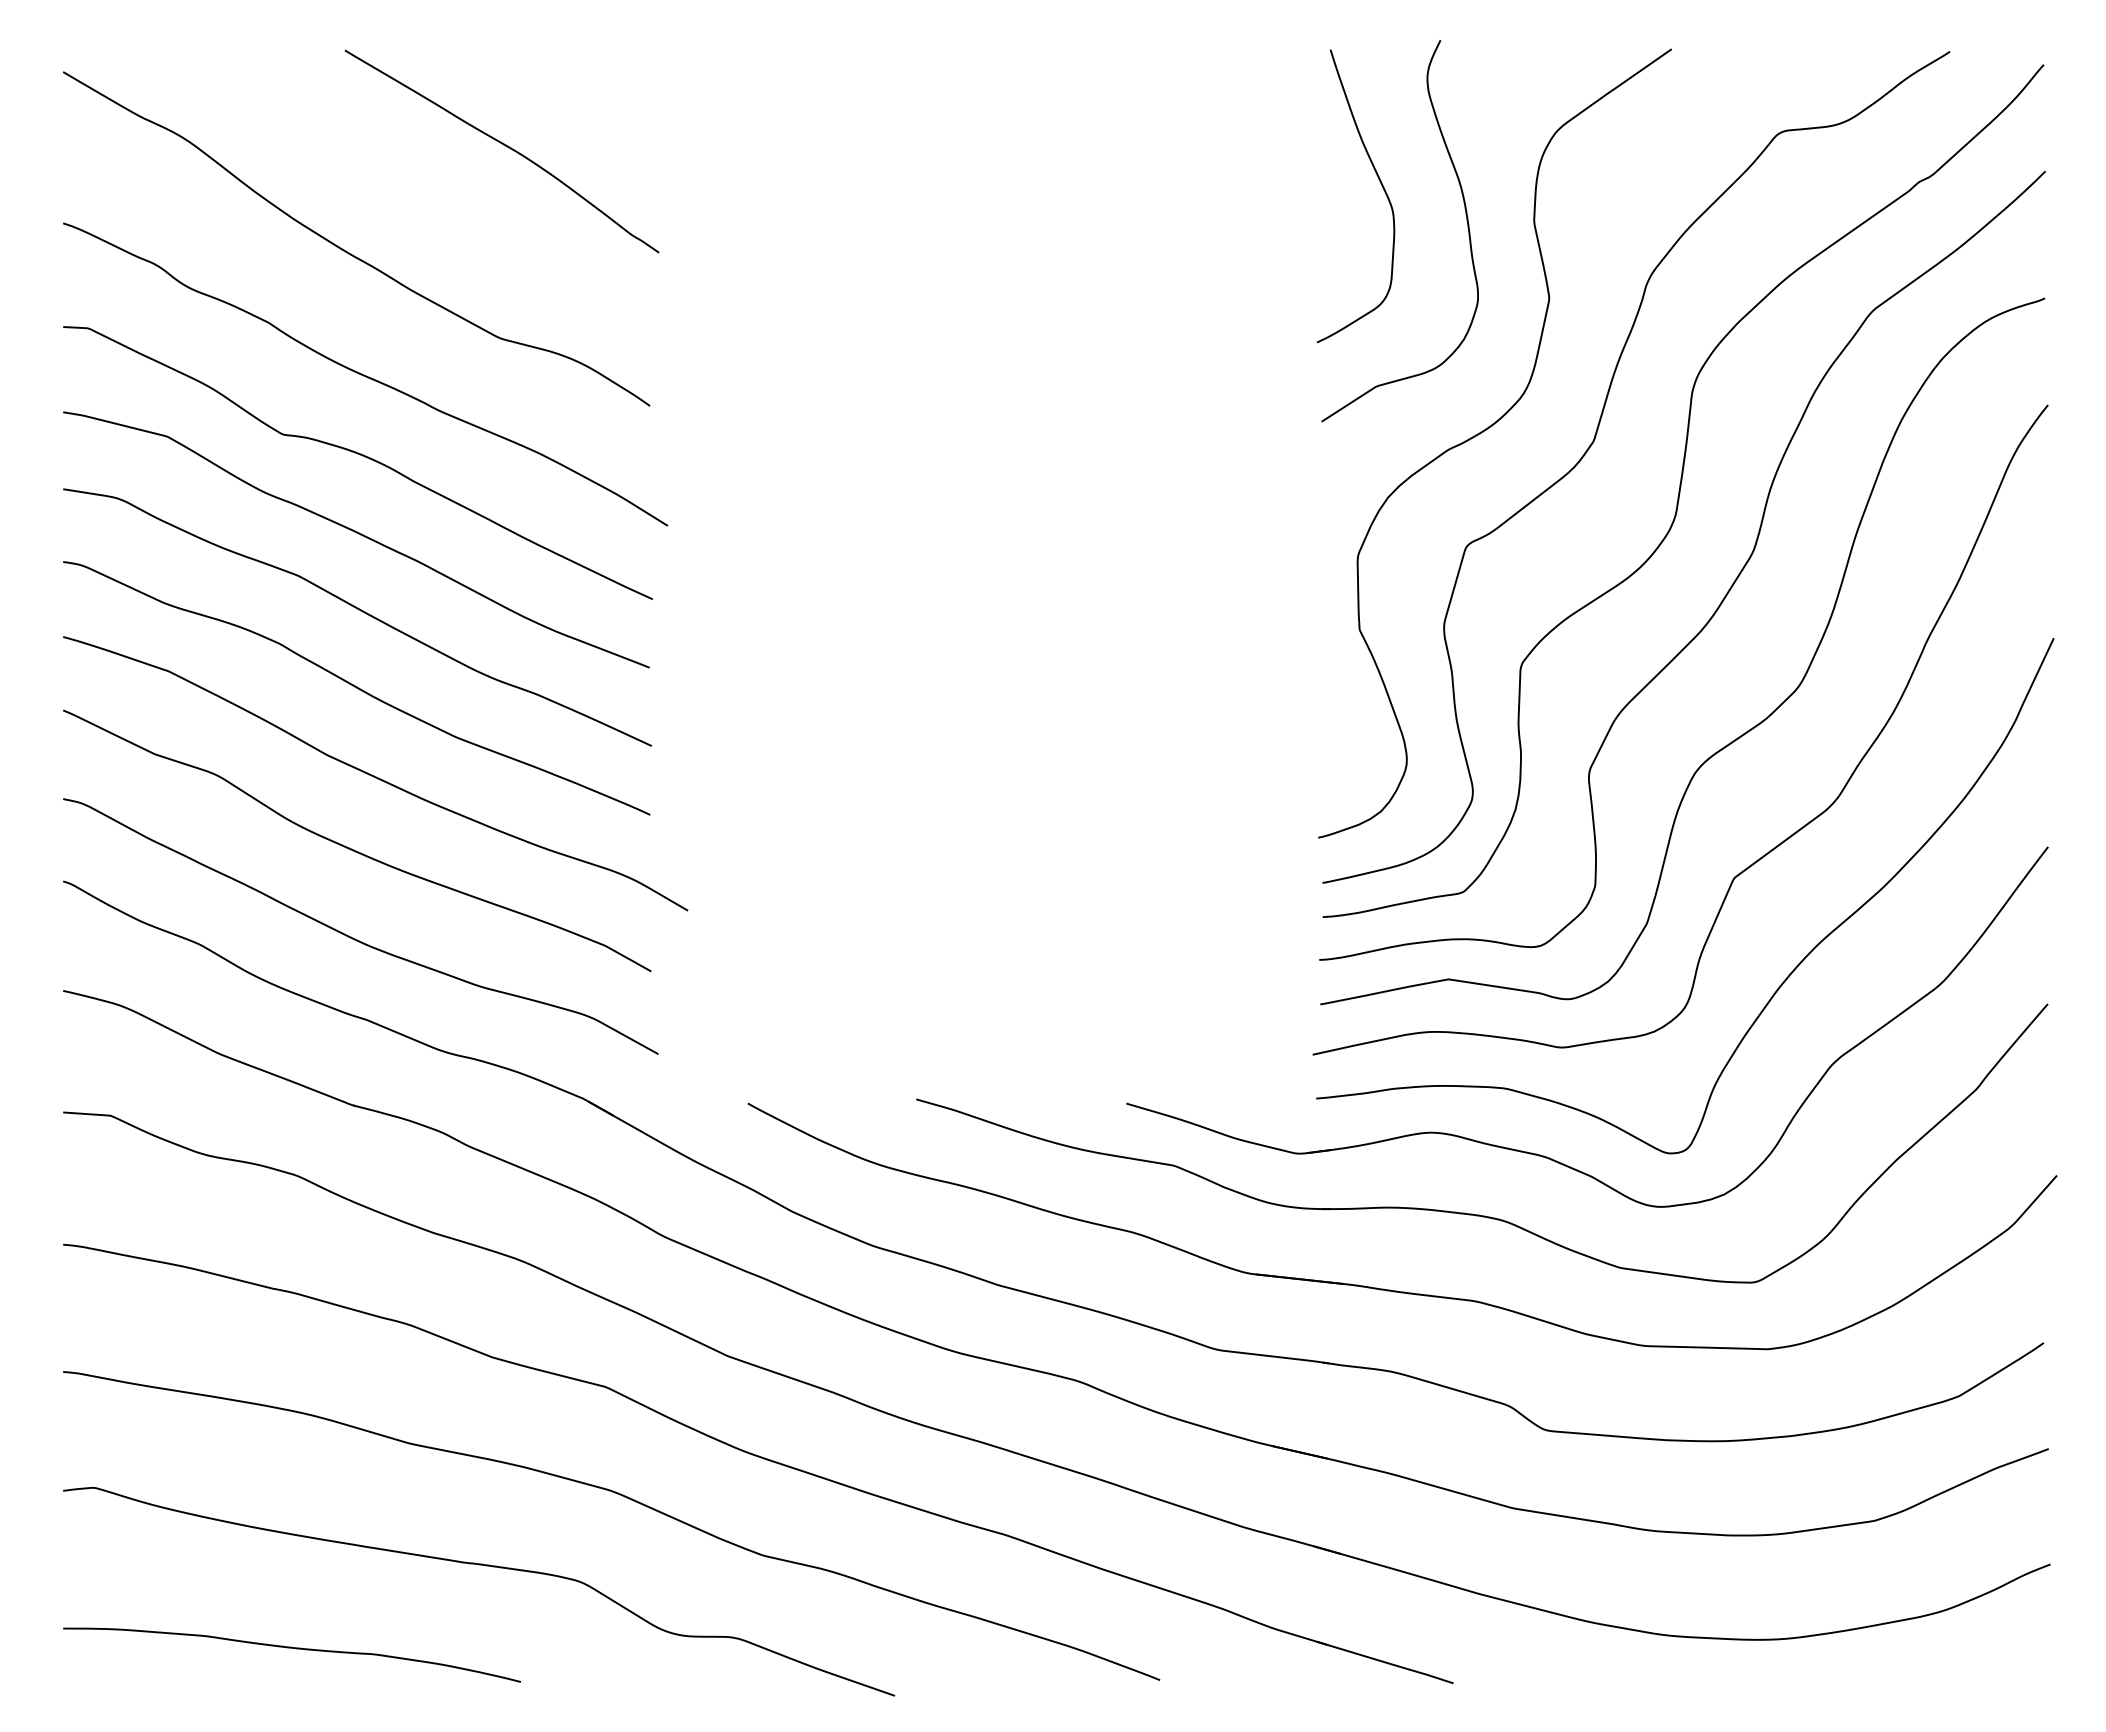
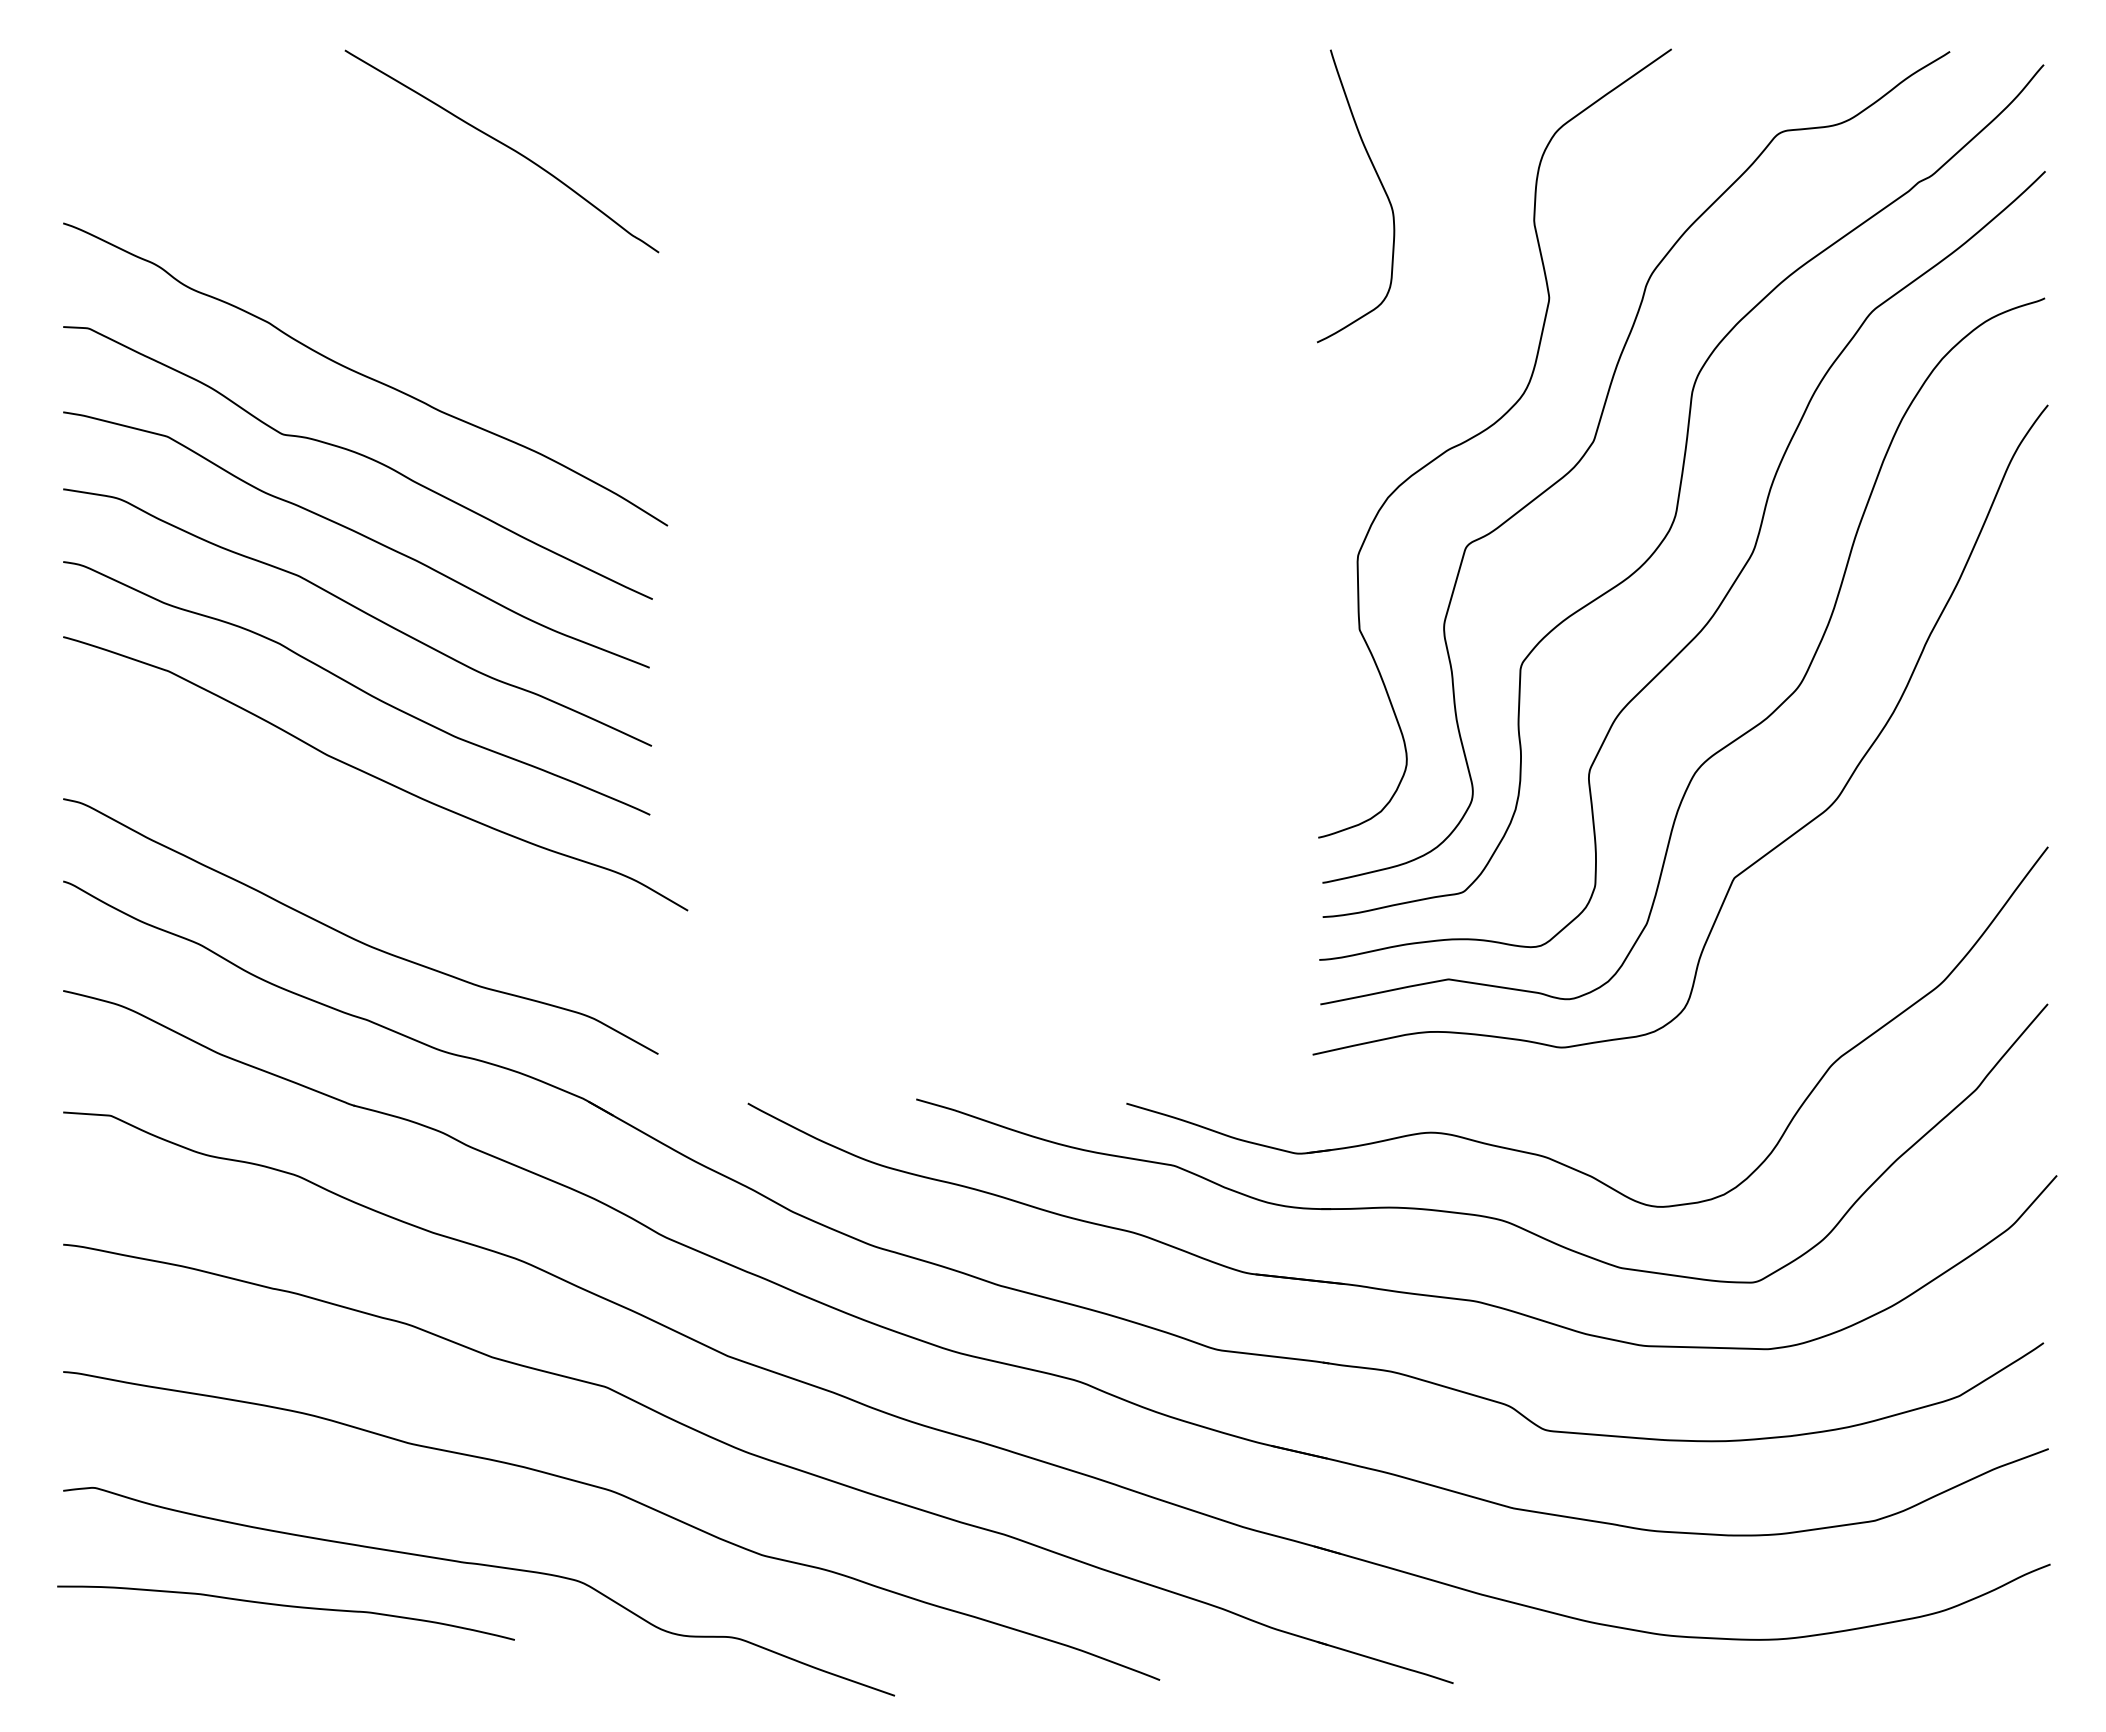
curve at (1466, 221): present -> none
curve at (346, 250): present -> none
curve at (354, 849): present -> none
curve at (1784, 979): present -> none
curve at (291, 1648) position: (291, 1648) -> (285, 1606)
